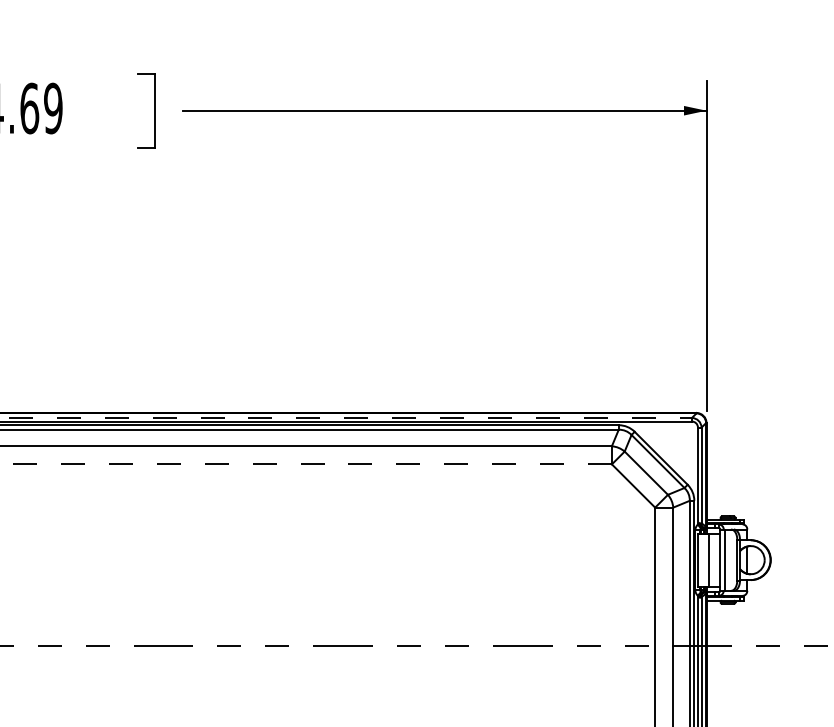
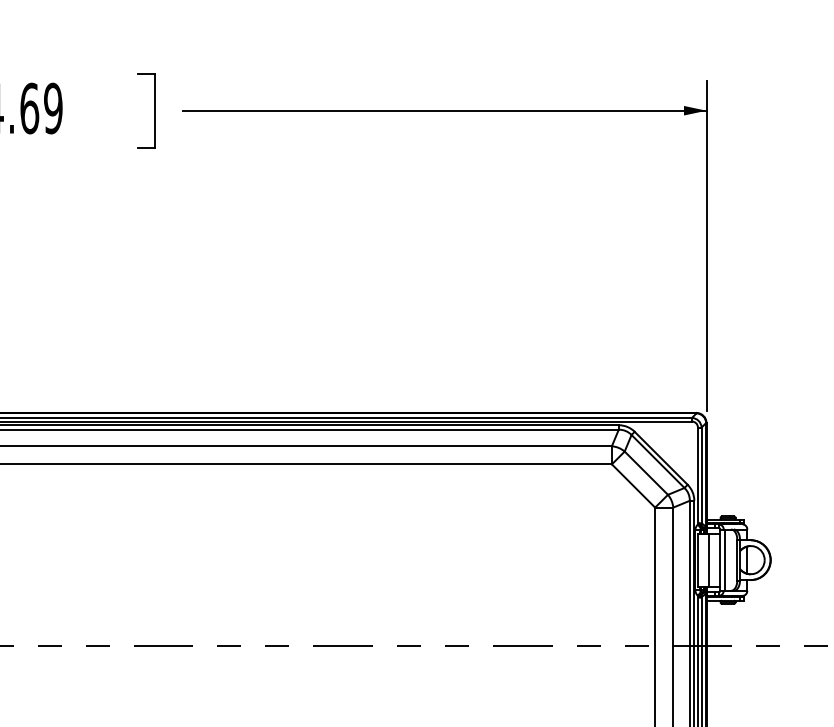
line at (346, 417): dashed -> solid
line at (305, 464): dashed -> solid
